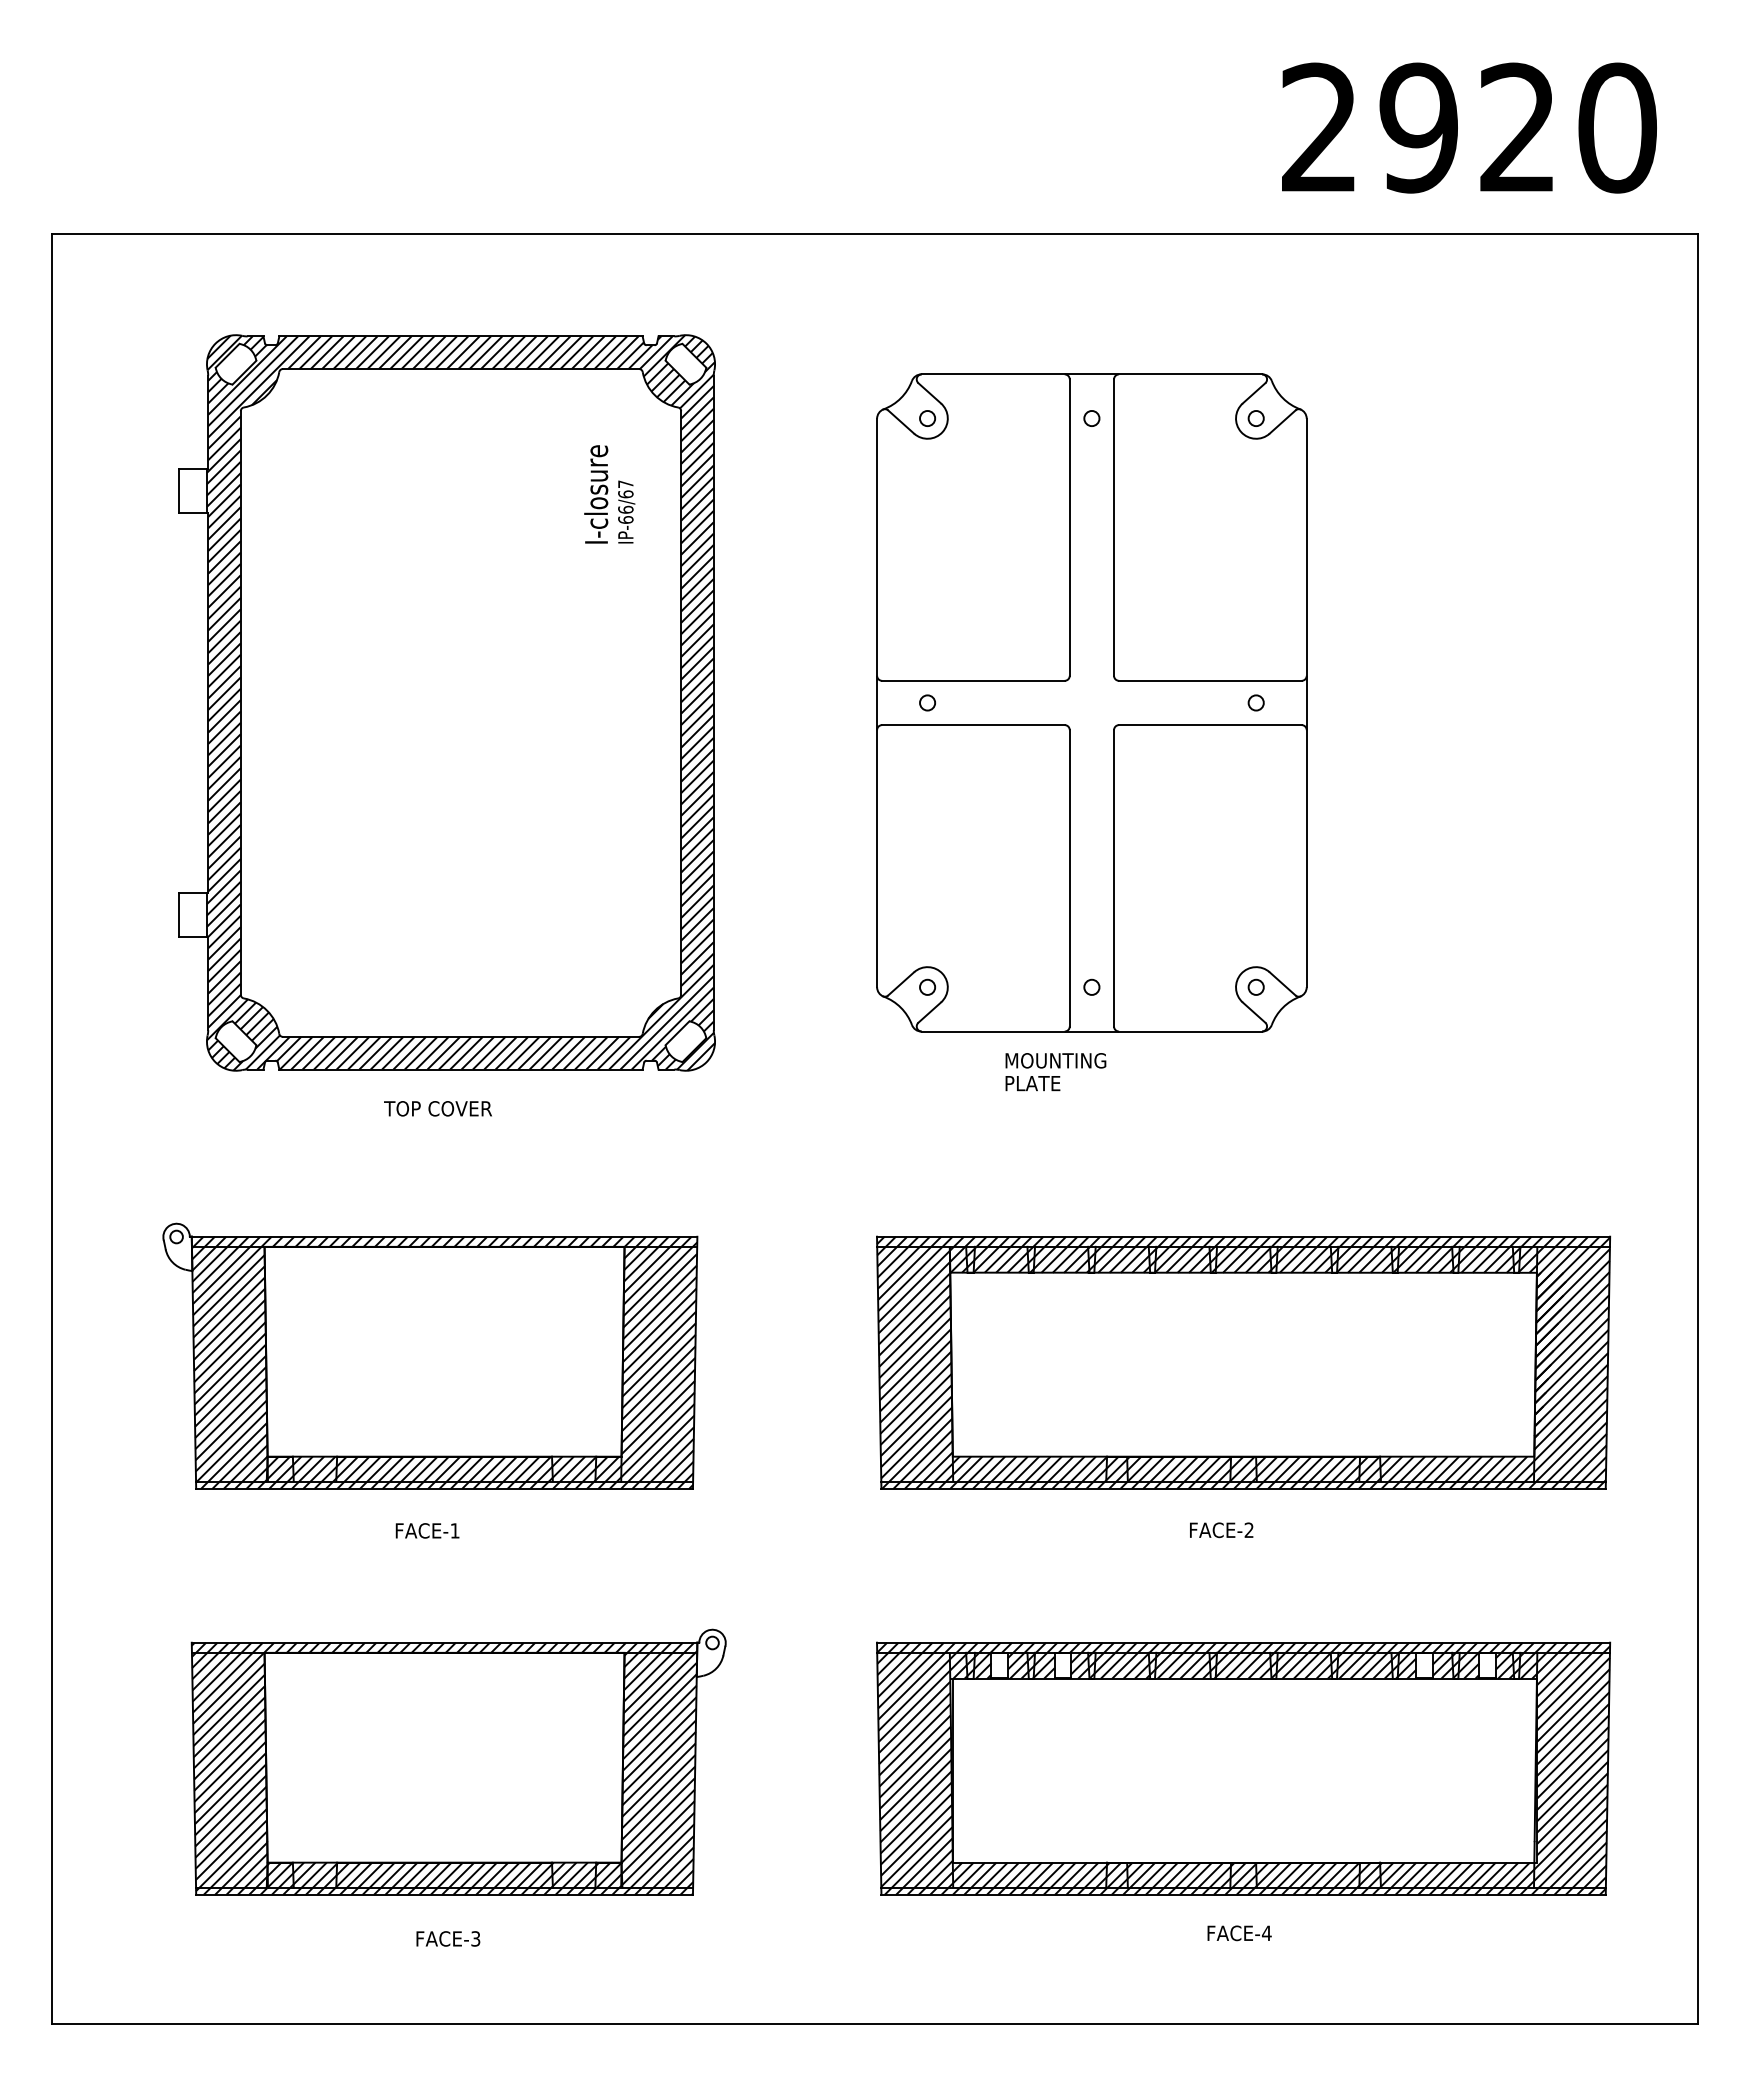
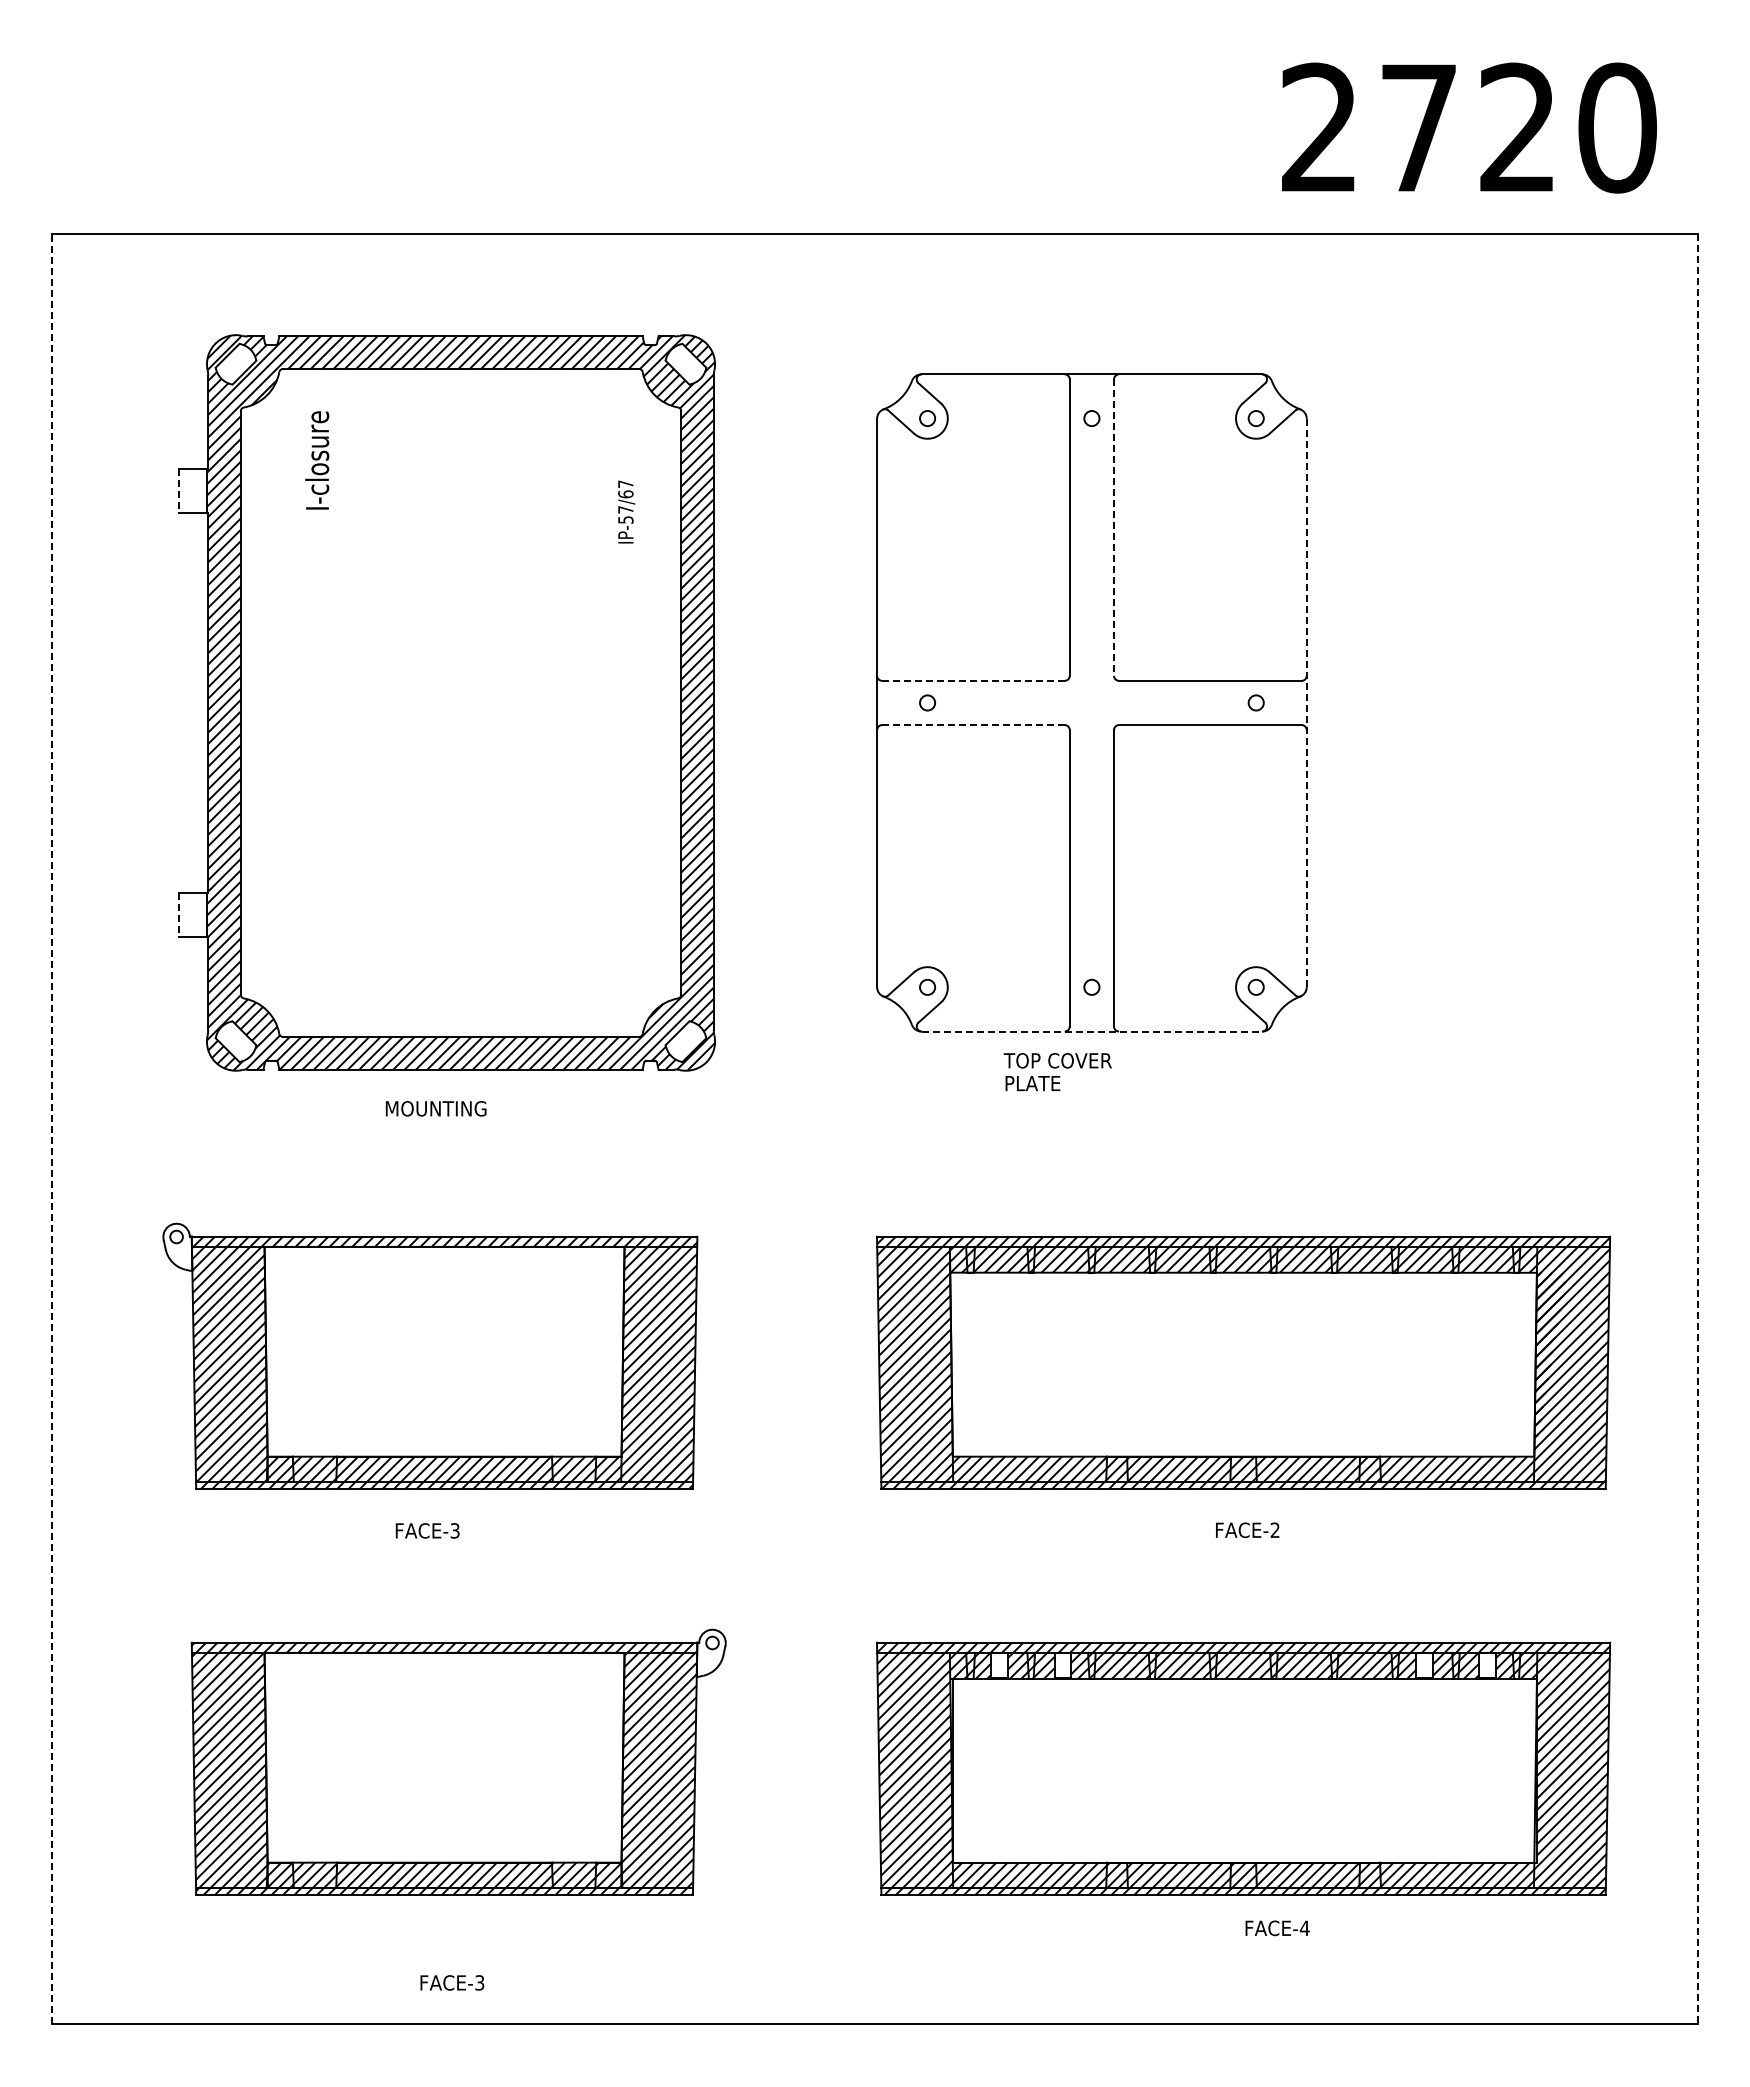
text at (1418, 127): 2920 -> 2720
line at (179, 491): solid -> dashed
text at (596, 494) position: (596, 494) -> (317, 460)
text at (625, 514): IP-66/67 -> IP-57/67
line at (1114, 528): solid -> dashed
line at (973, 680): solid -> dashed
line at (1306, 702): solid -> dashed
line at (973, 725): solid -> dashed
line at (179, 915): solid -> dashed
line at (1092, 1031): solid -> dashed
text at (1057, 1060): MOUNTING -> TOP COVER
text at (437, 1108): TOP COVER -> MOUNTING
line at (52, 1128): solid -> dashed
line at (1697, 1129): solid -> dashed
text at (454, 1530): FACE-1 -> FACE-3
text at (1221, 1530) position: (1221, 1530) -> (1247, 1530)
text at (1239, 1933) position: (1239, 1933) -> (1277, 1928)
text at (448, 1938) position: (448, 1938) -> (452, 1982)
